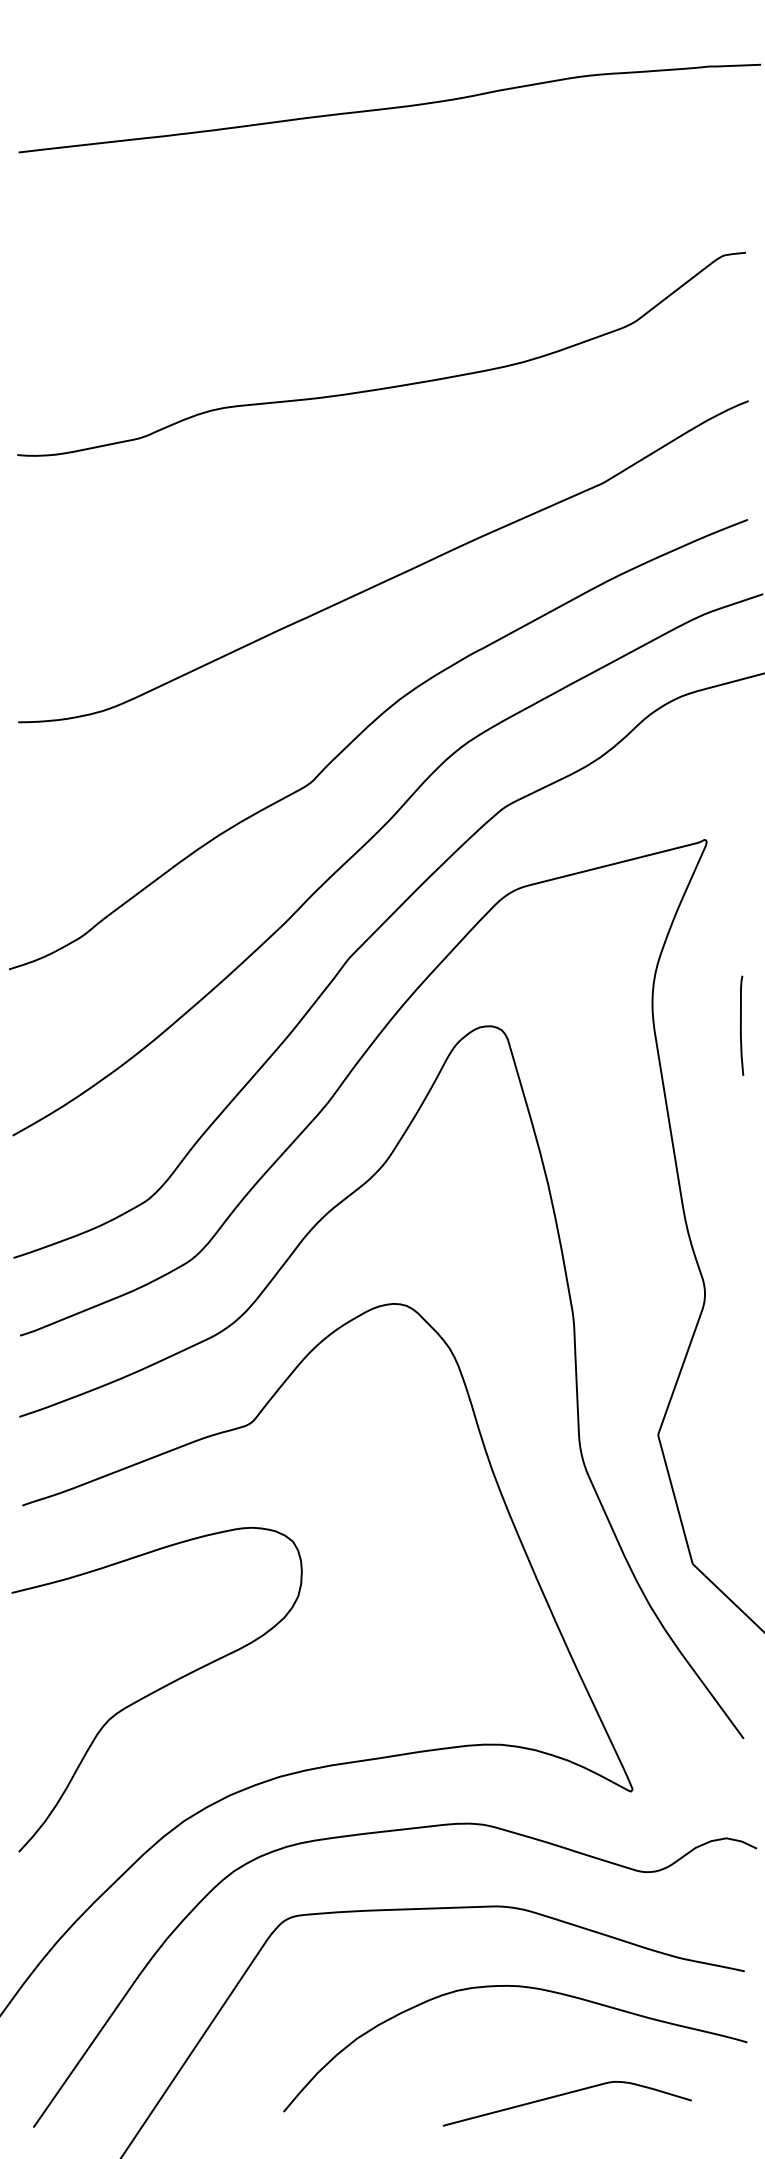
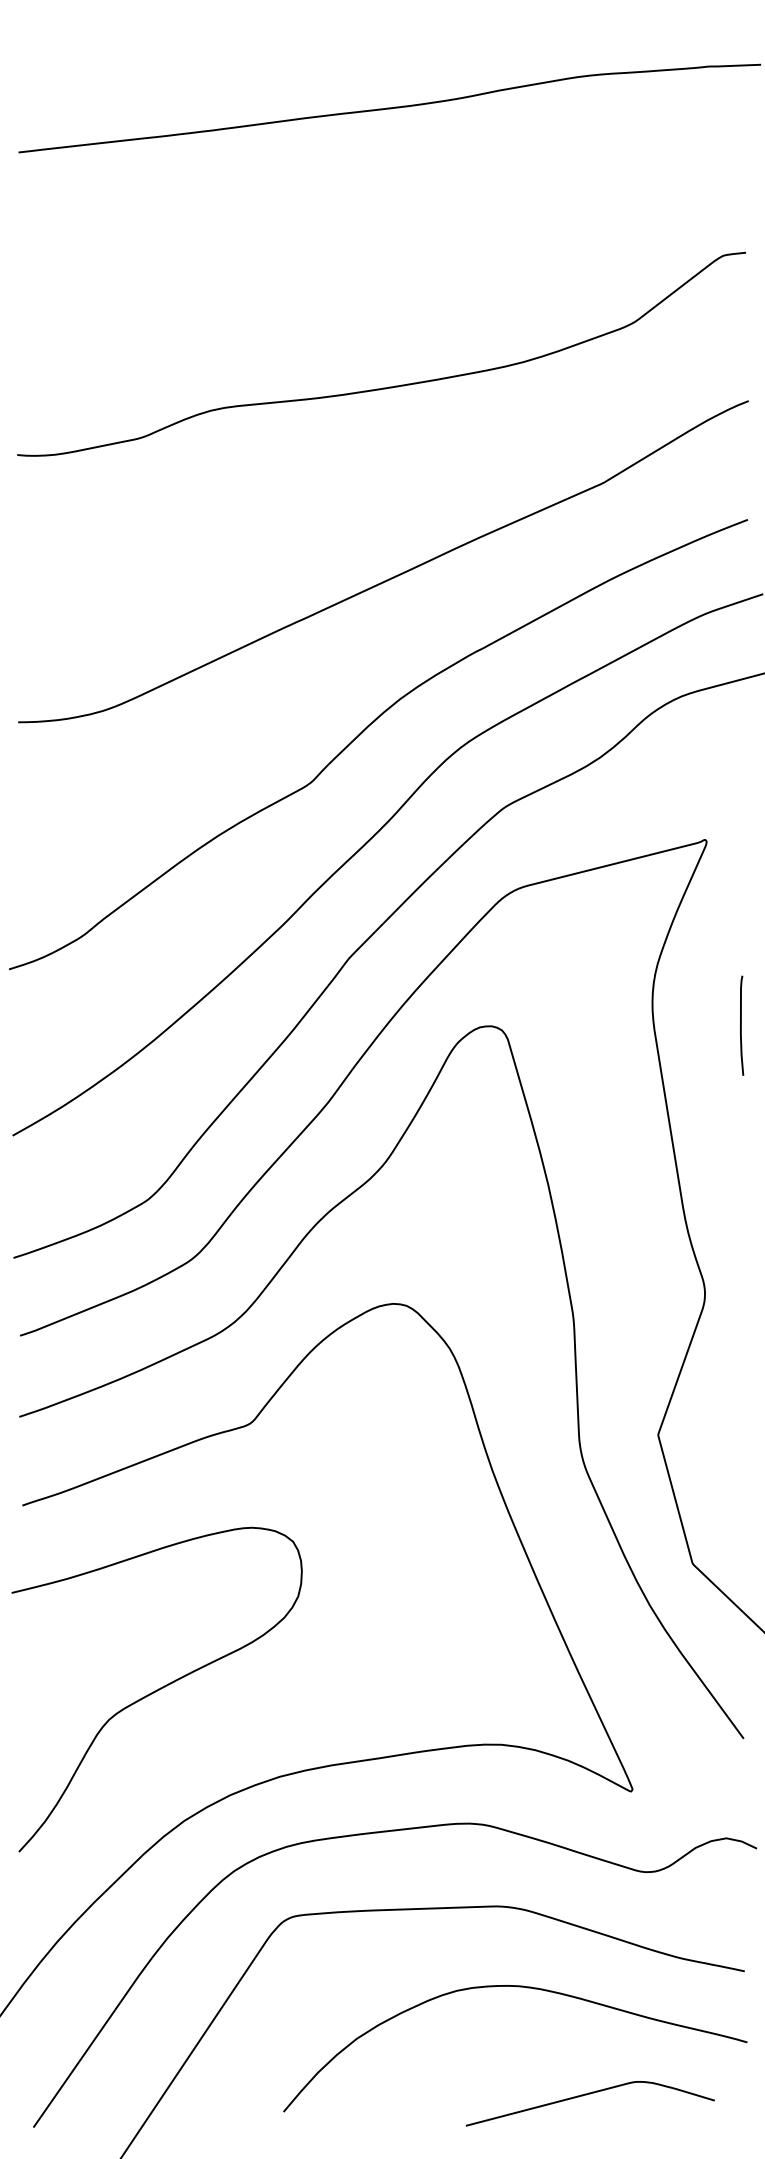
curve at (563, 2095) position: (563, 2095) -> (586, 2095)
